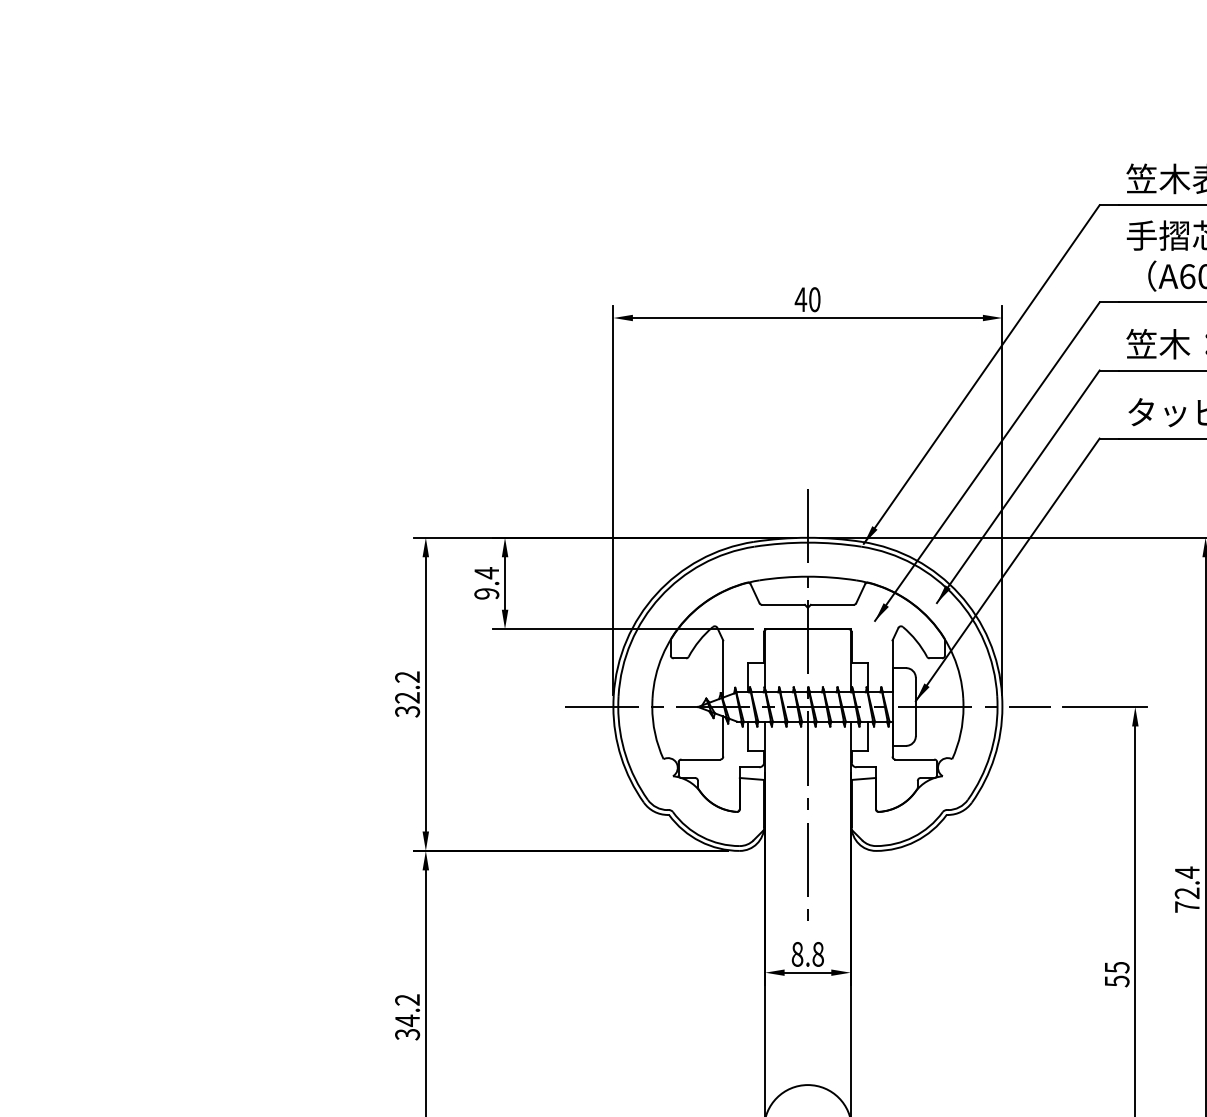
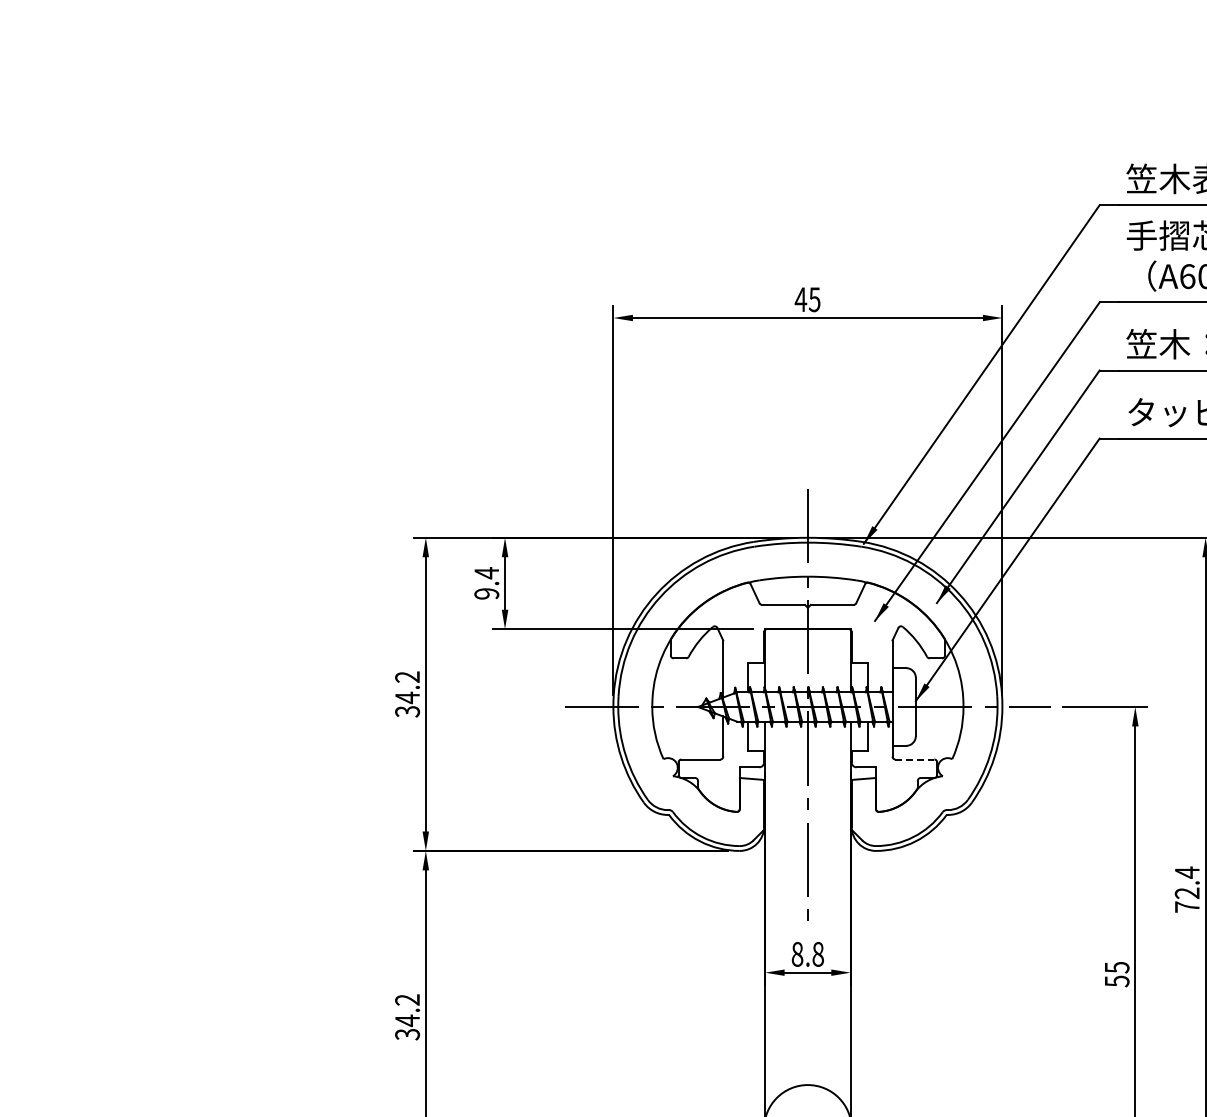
text at (814, 299): 40 -> 45
text at (407, 697): 32.2 -> 34.2
line at (915, 759): solid -> dashed
